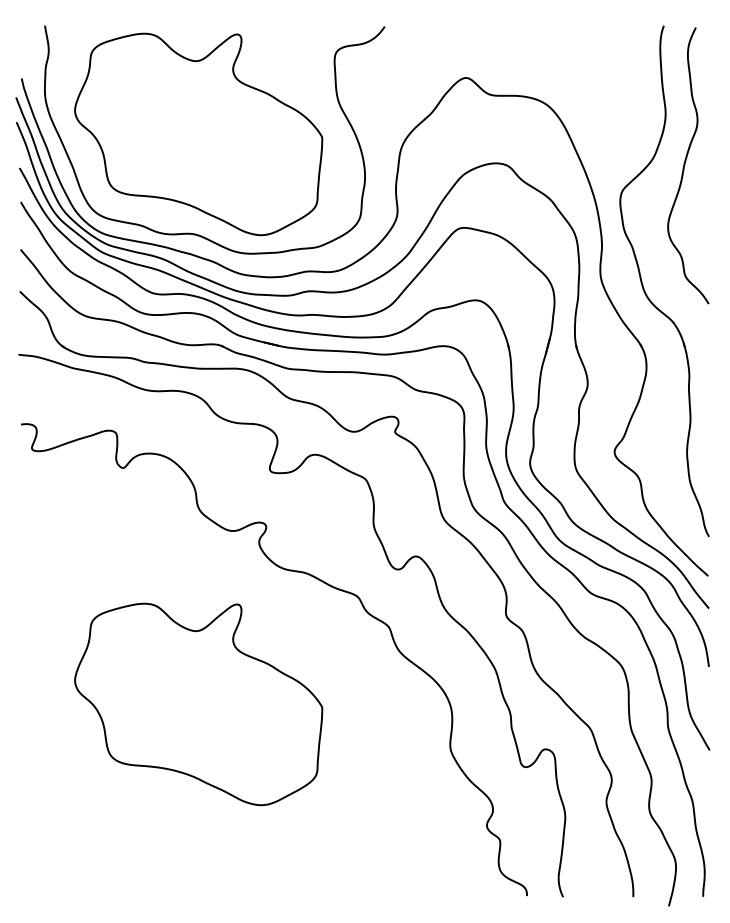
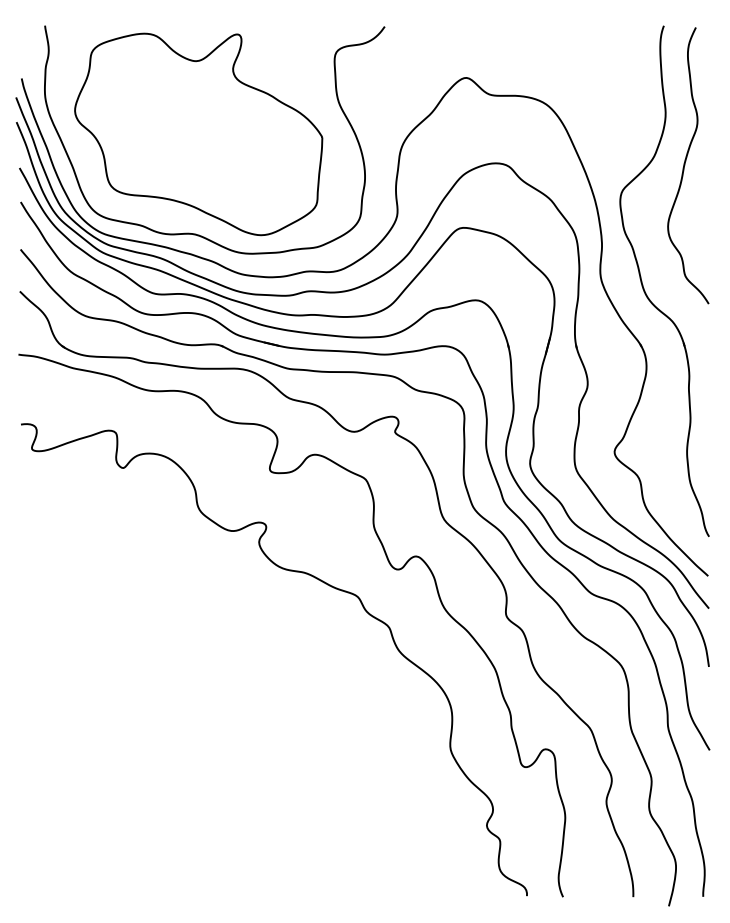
part at (198, 704): present -> none
